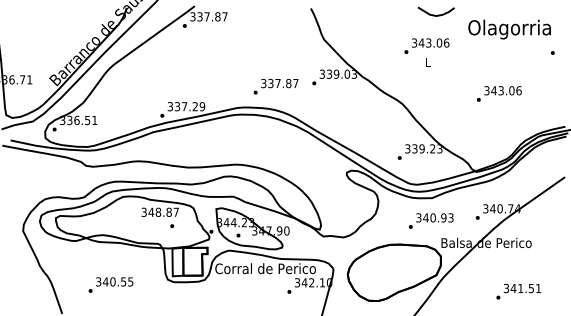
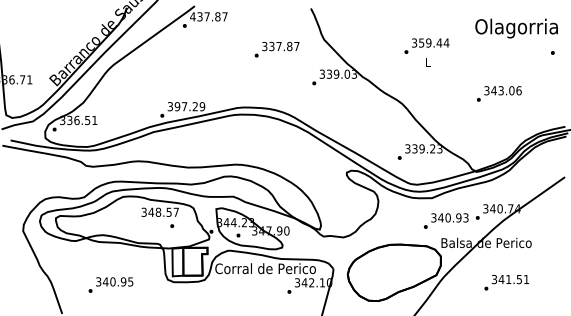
curve at (435, 14): present -> none
text at (192, 16): 337.87 -> 437.87
text at (509, 29) position: (509, 29) -> (516, 28)
text at (433, 42): 343.06 -> 359.44
text at (275, 86) position: (275, 86) -> (276, 49)
text at (177, 106): 337.29 -> 397.29
text at (168, 211): 348.87 -> 348.57
text at (431, 220) position: (431, 220) -> (446, 220)
text at (123, 281): 340.55 -> 340.95
text at (518, 291) position: (518, 291) -> (506, 282)
